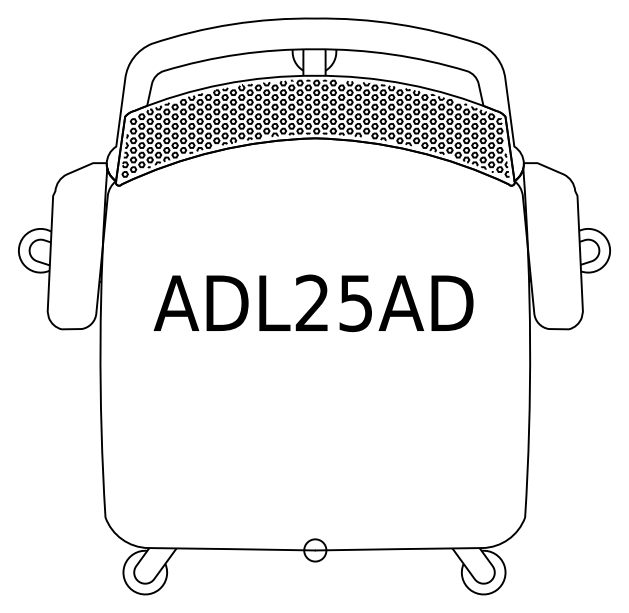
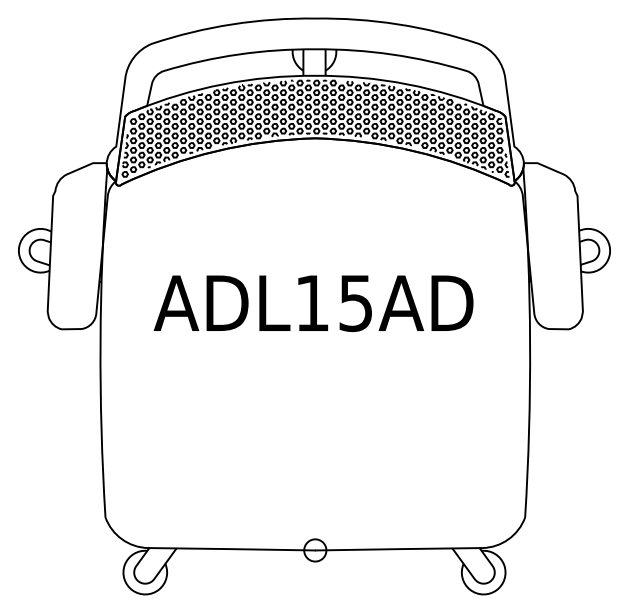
text at (311, 302): ADL25AD -> ADL15AD
